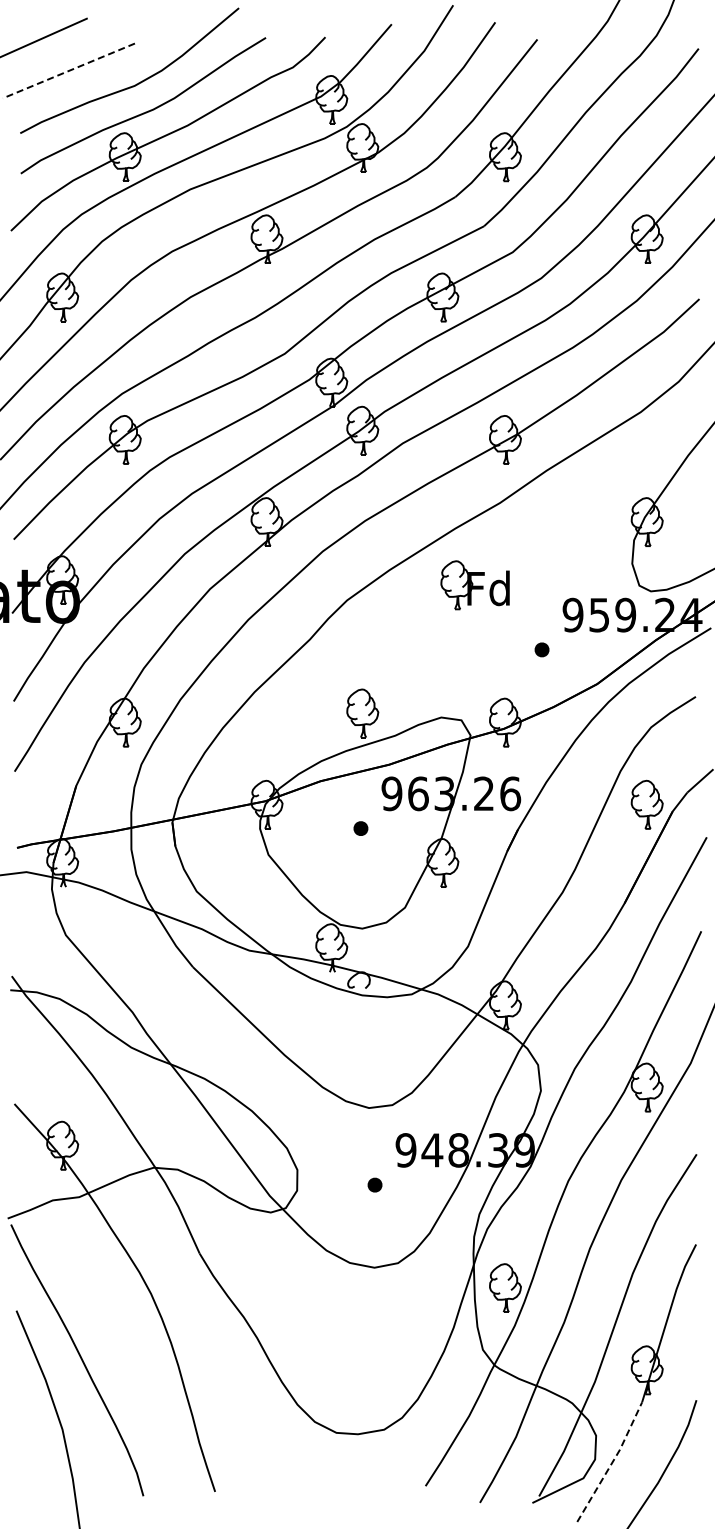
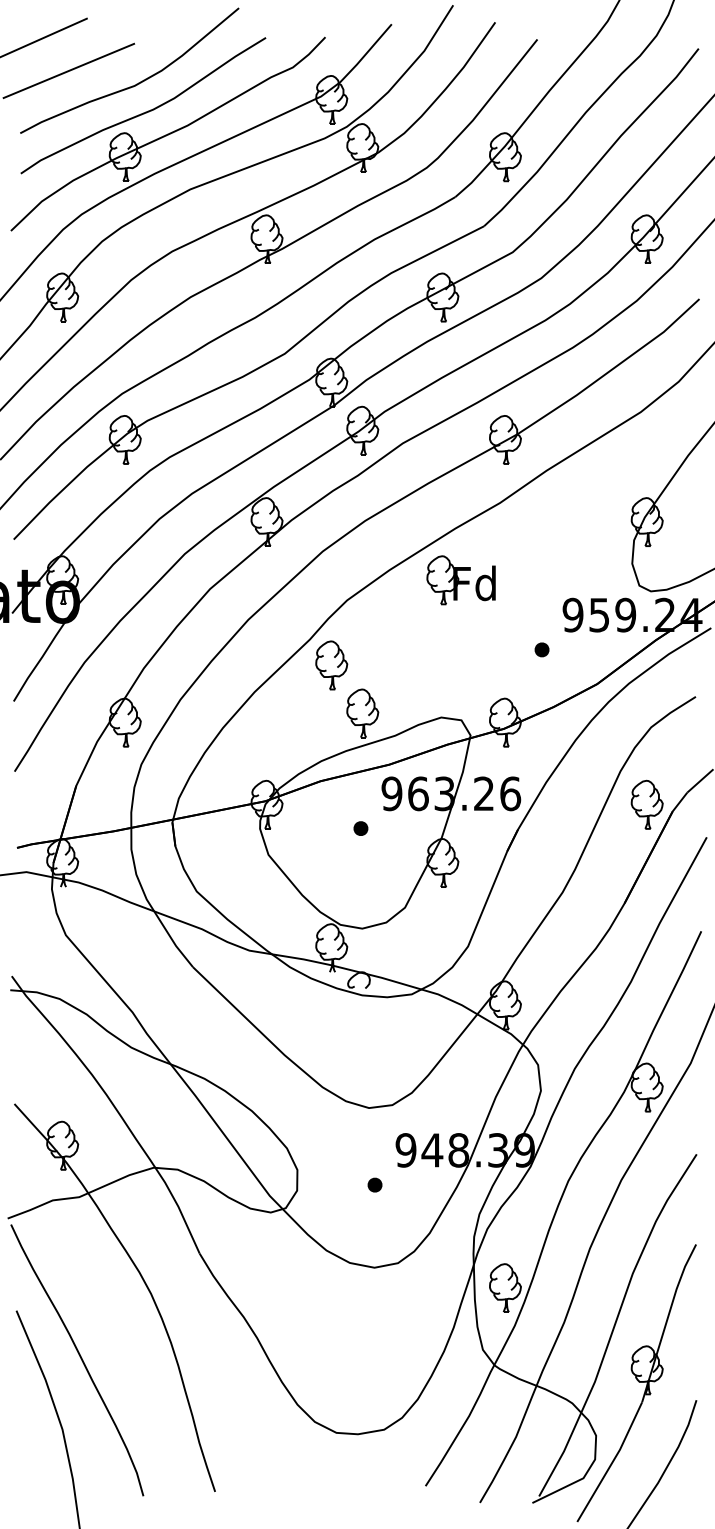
line at (68, 70): dashed -> solid
part at (474, 585) position: (474, 585) -> (460, 580)
part at (331, 665): none -> present
line at (612, 1462): dashed -> solid
